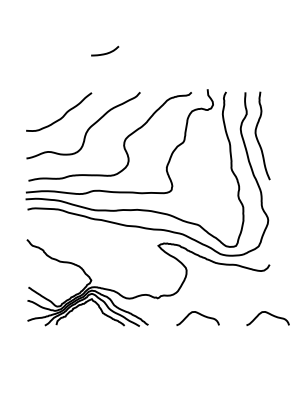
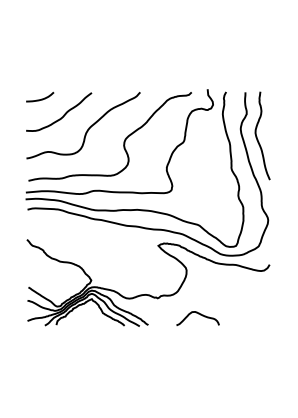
curve at (106, 52) position: (106, 52) -> (41, 98)
curve at (268, 314): present -> none
